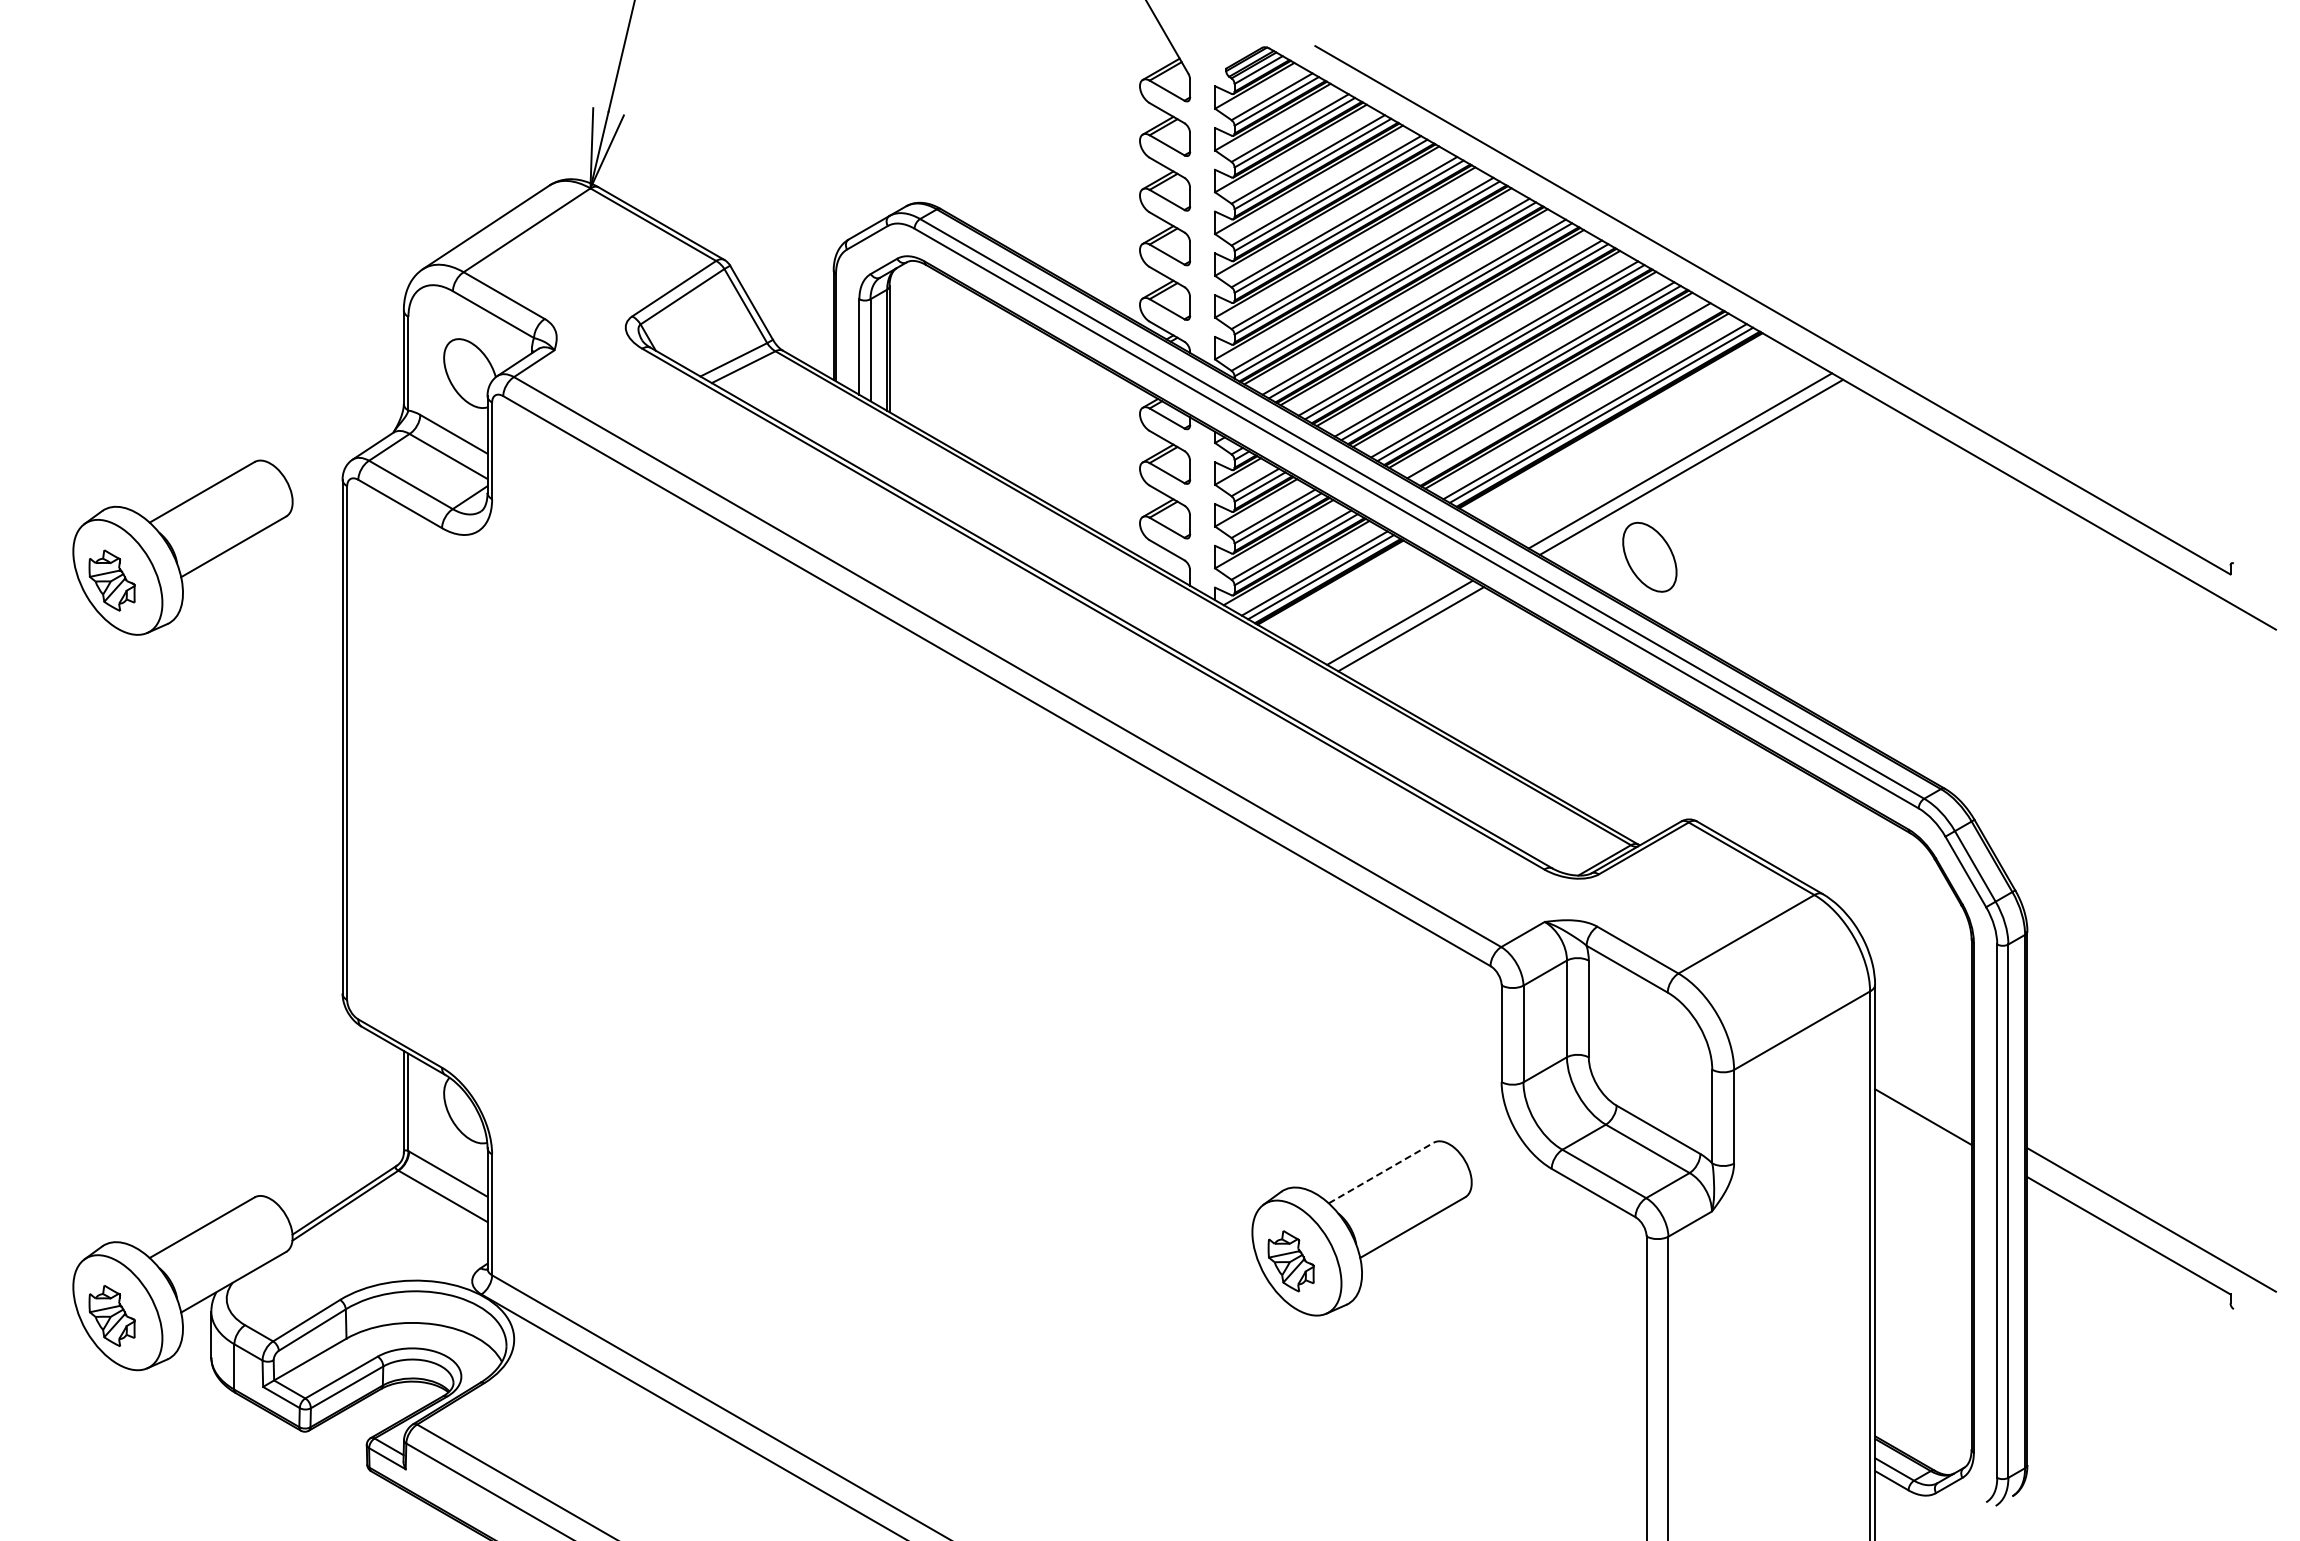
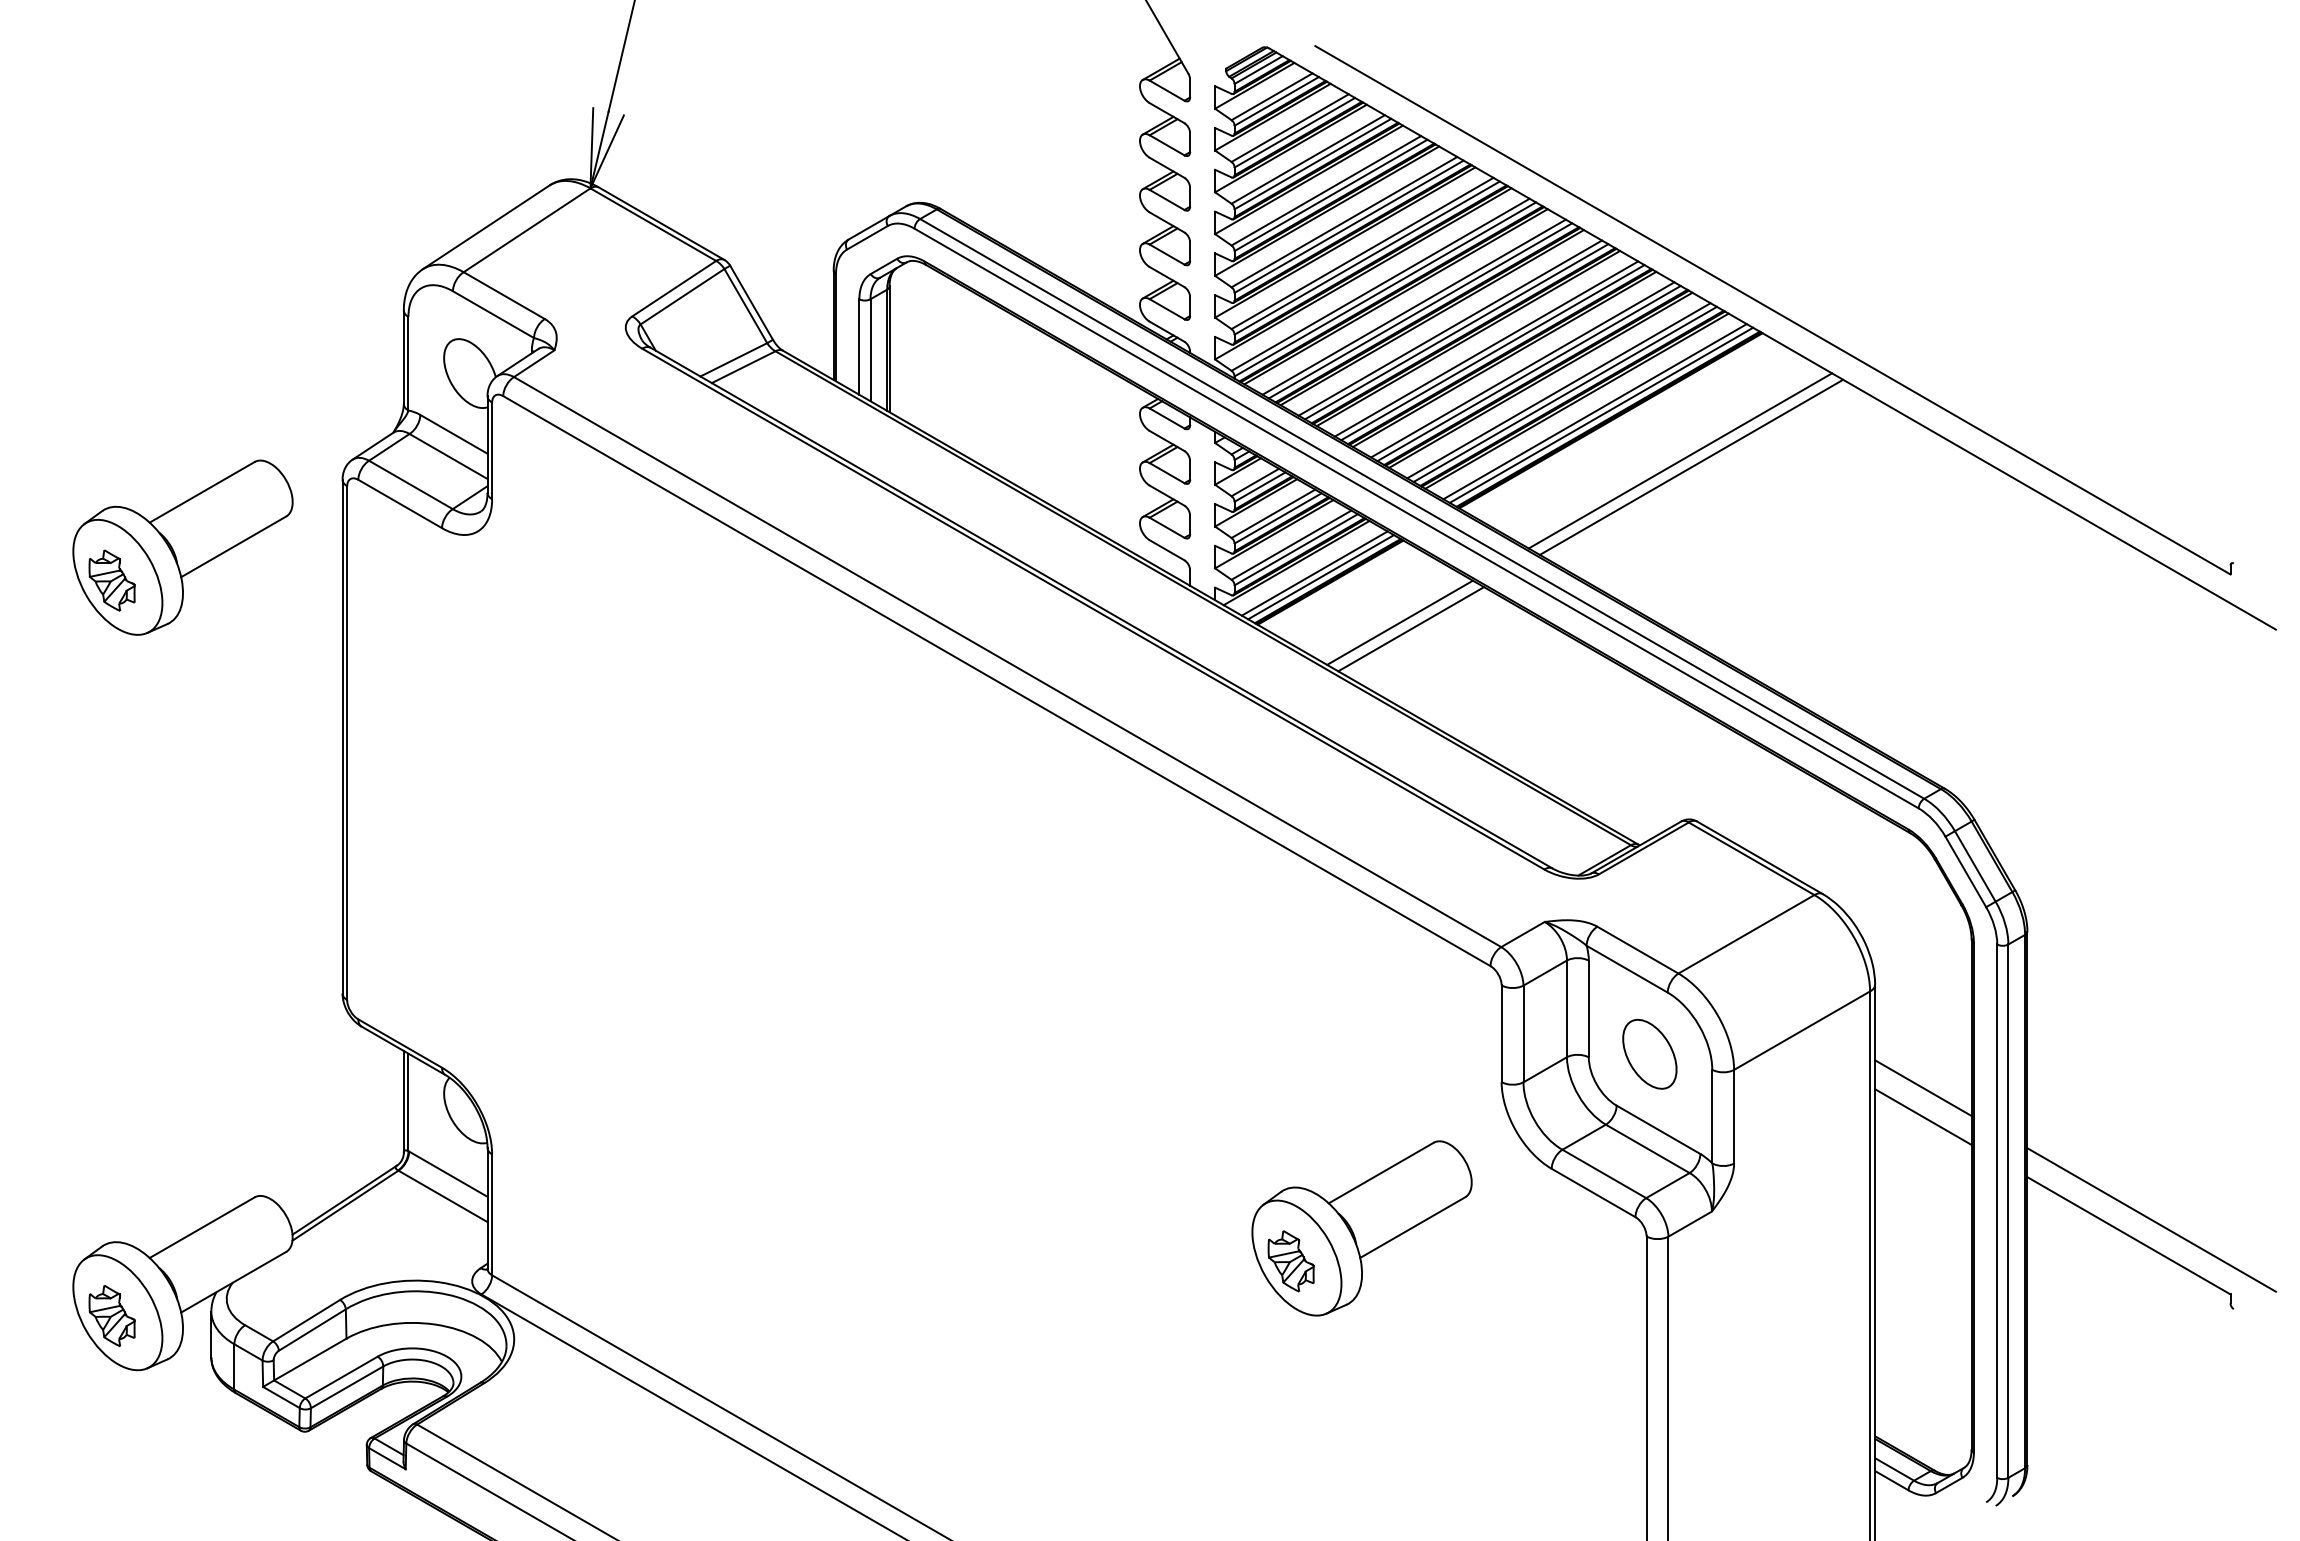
line at (1564, 394): none -> present
part at (1649, 556) position: (1649, 556) -> (1649, 1053)
line at (1923, 1087): none -> present
line at (1381, 1173): dashed -> solid
